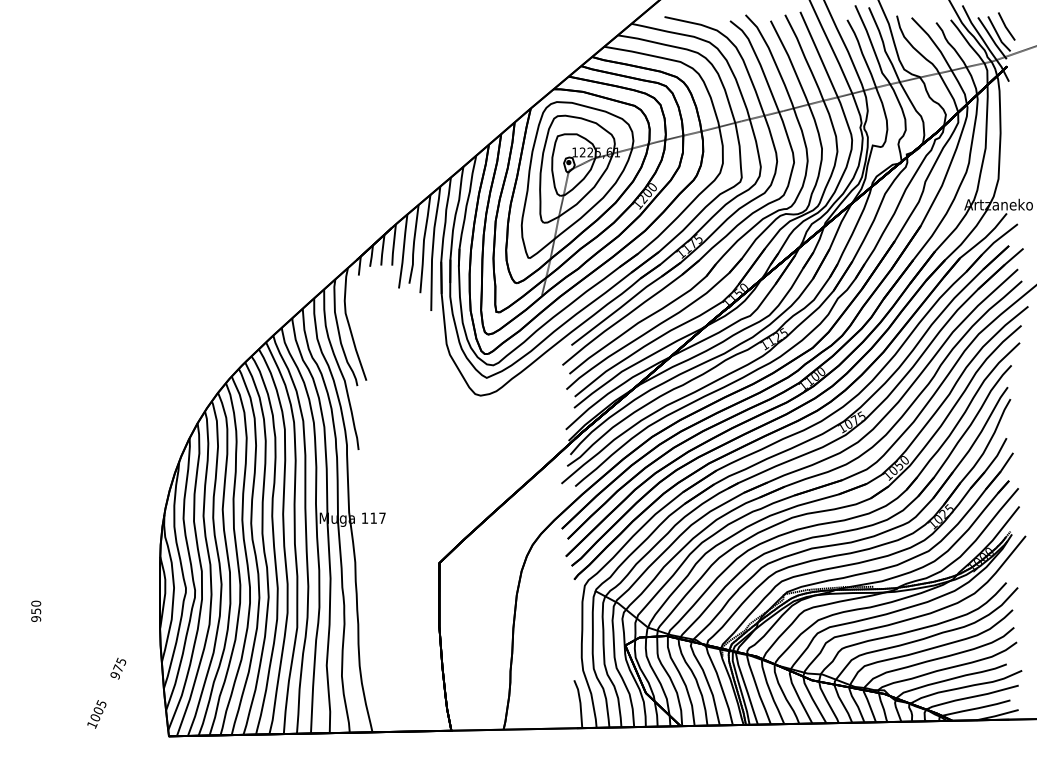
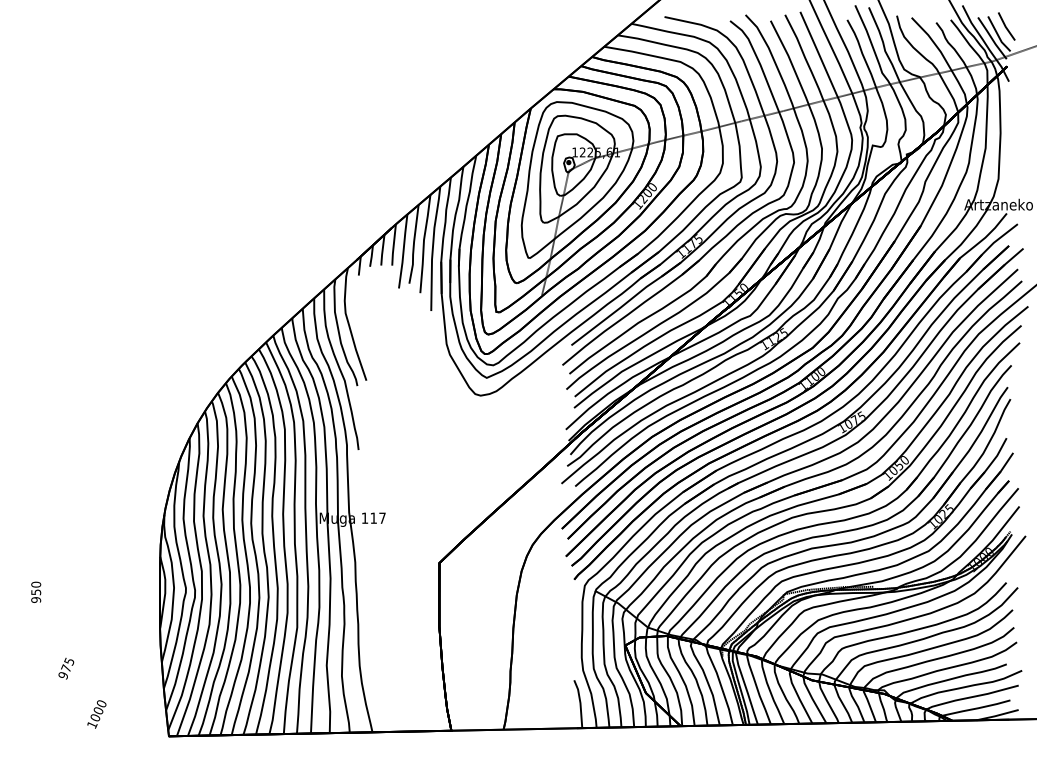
text at (36, 610) position: (36, 610) -> (36, 591)
text at (118, 668) position: (118, 668) -> (66, 668)
text at (100, 704): 1005 -> 1000
